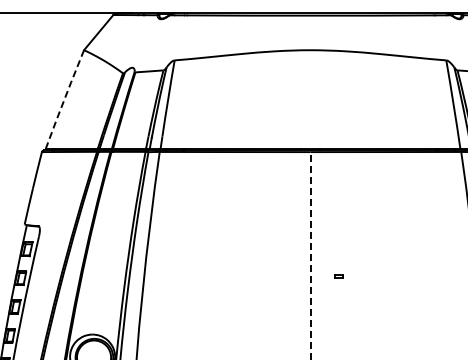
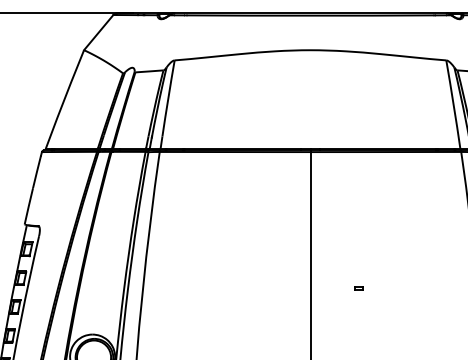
line at (64, 99): dashed -> solid
line at (310, 254): dashed -> solid
part at (338, 276) position: (338, 276) -> (358, 288)
